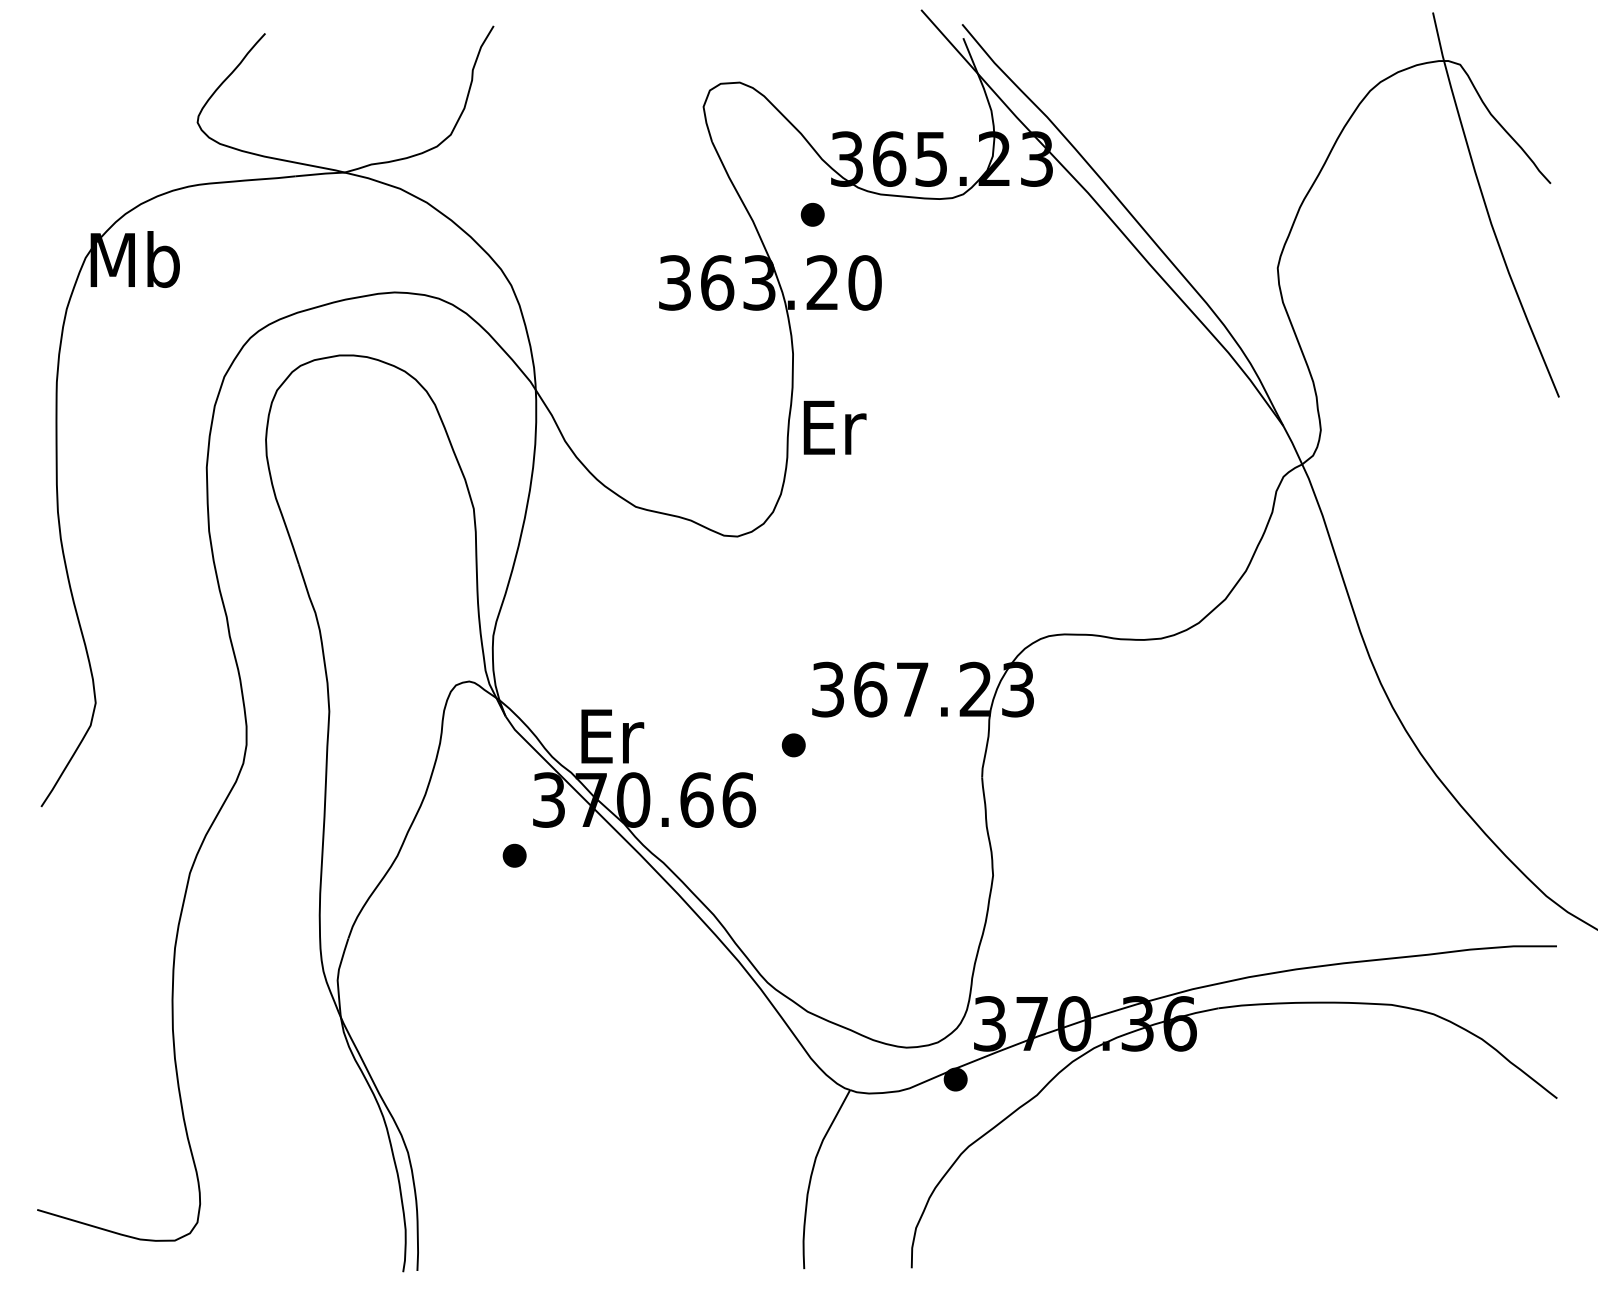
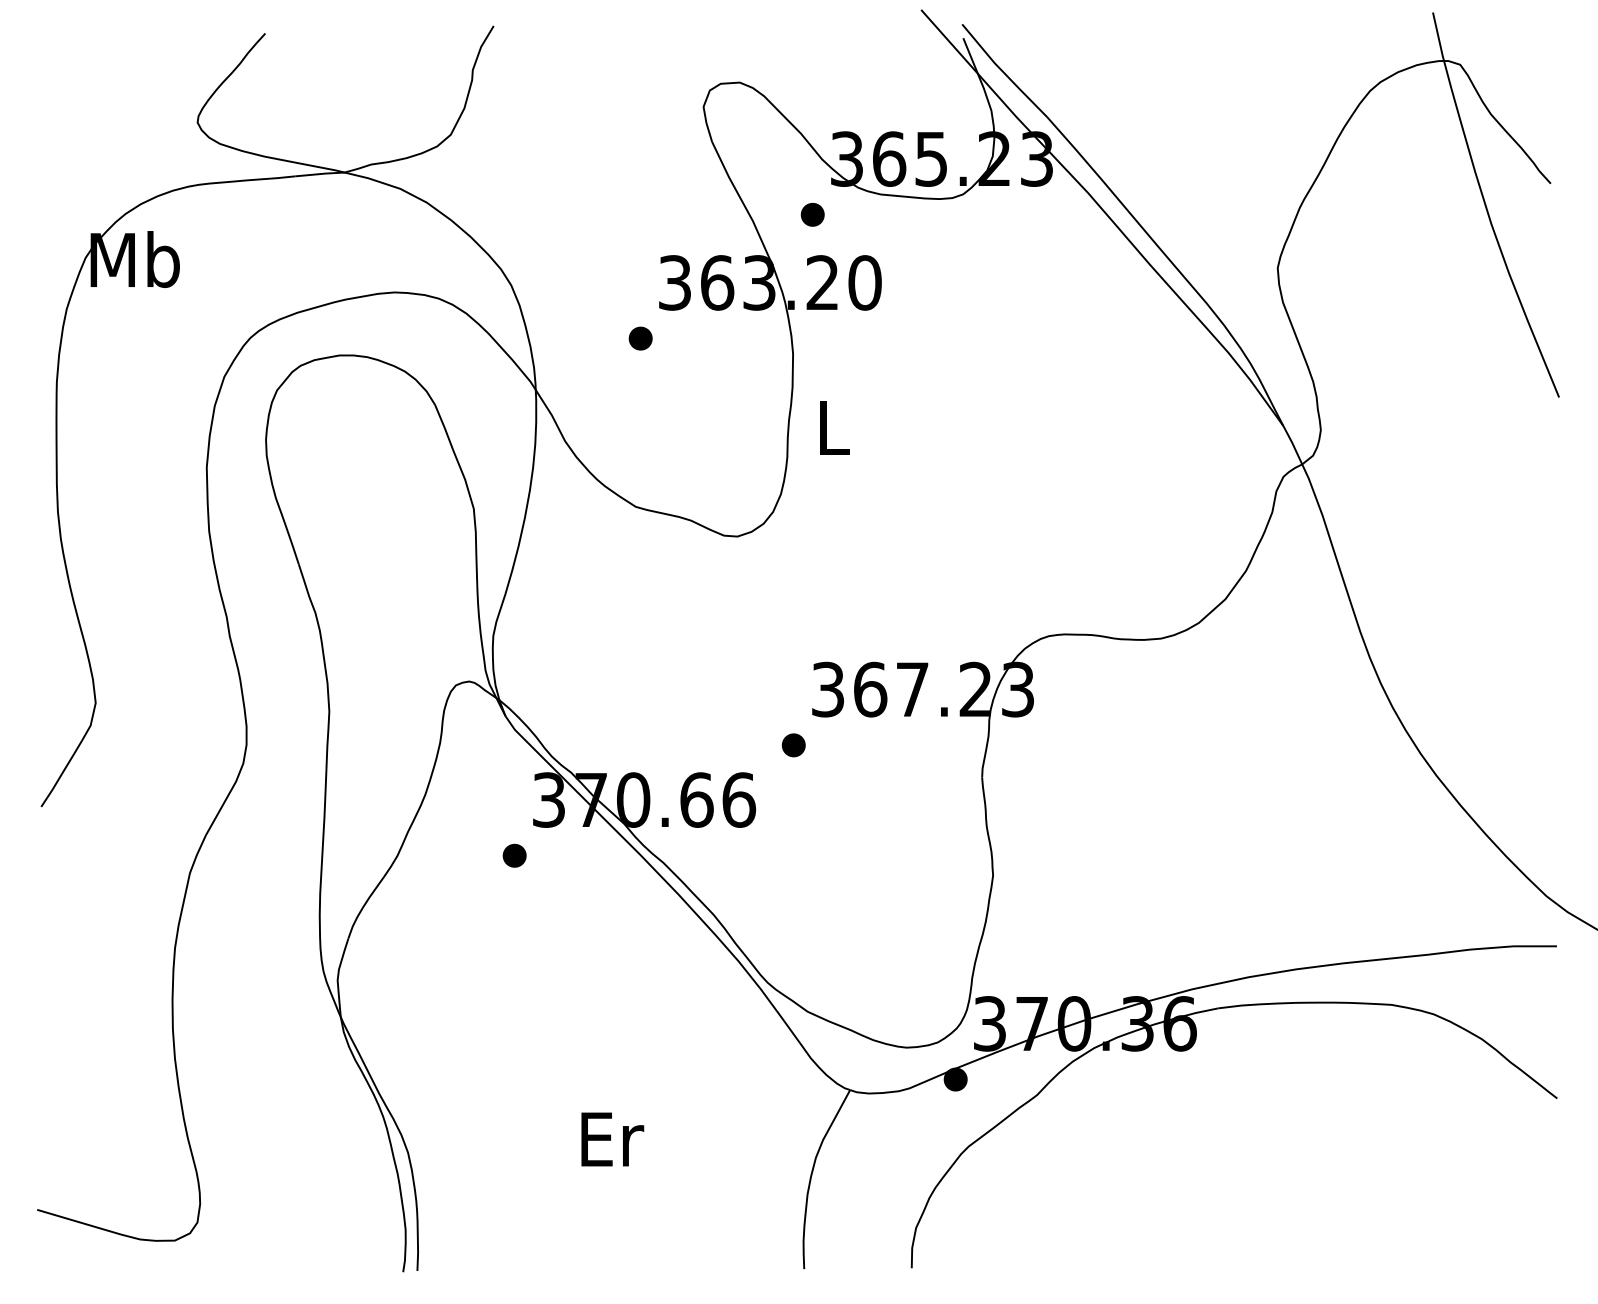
part at (640, 338): none -> present
text at (834, 427): Er -> L
text at (612, 736) position: (612, 736) -> (612, 1139)
